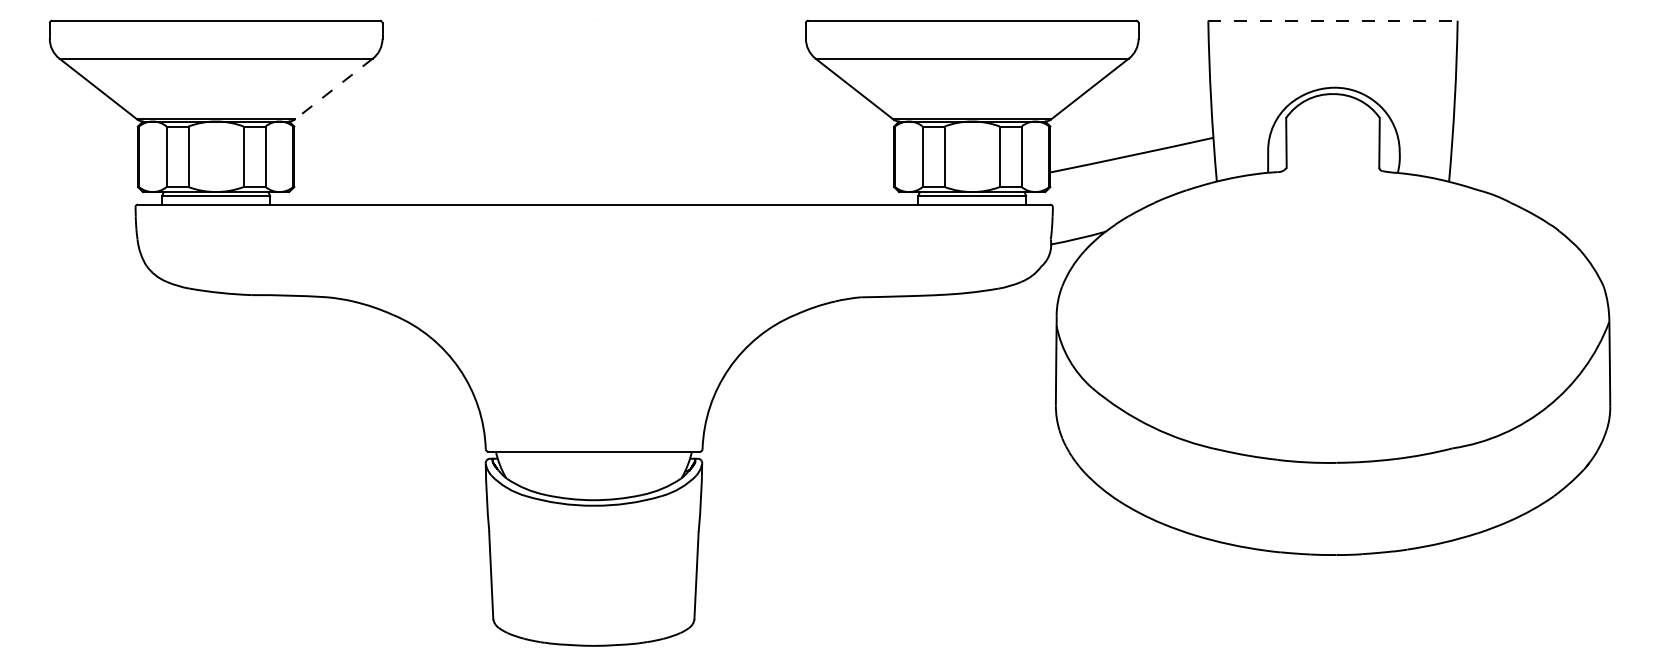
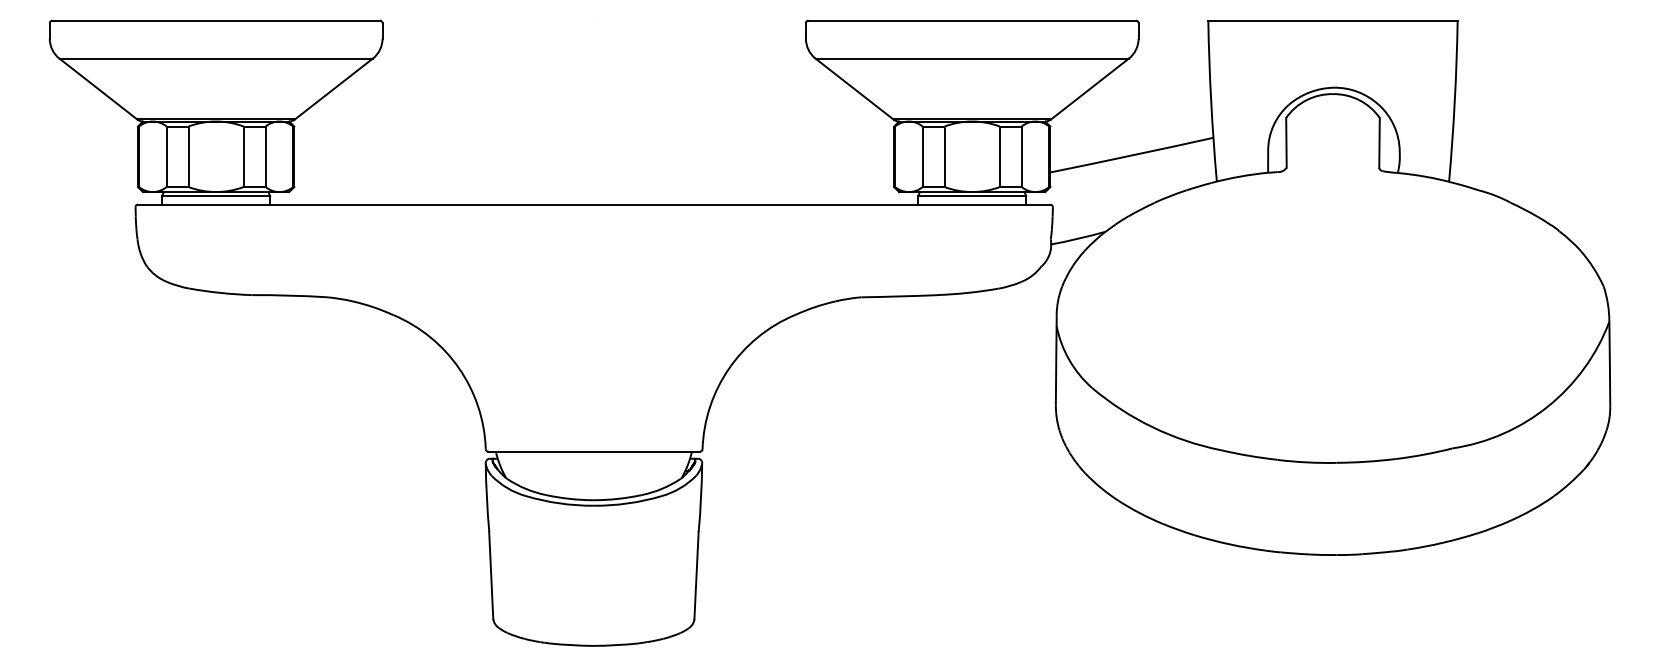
line at (1332, 20): dashed -> solid
line at (333, 89): dashed -> solid
